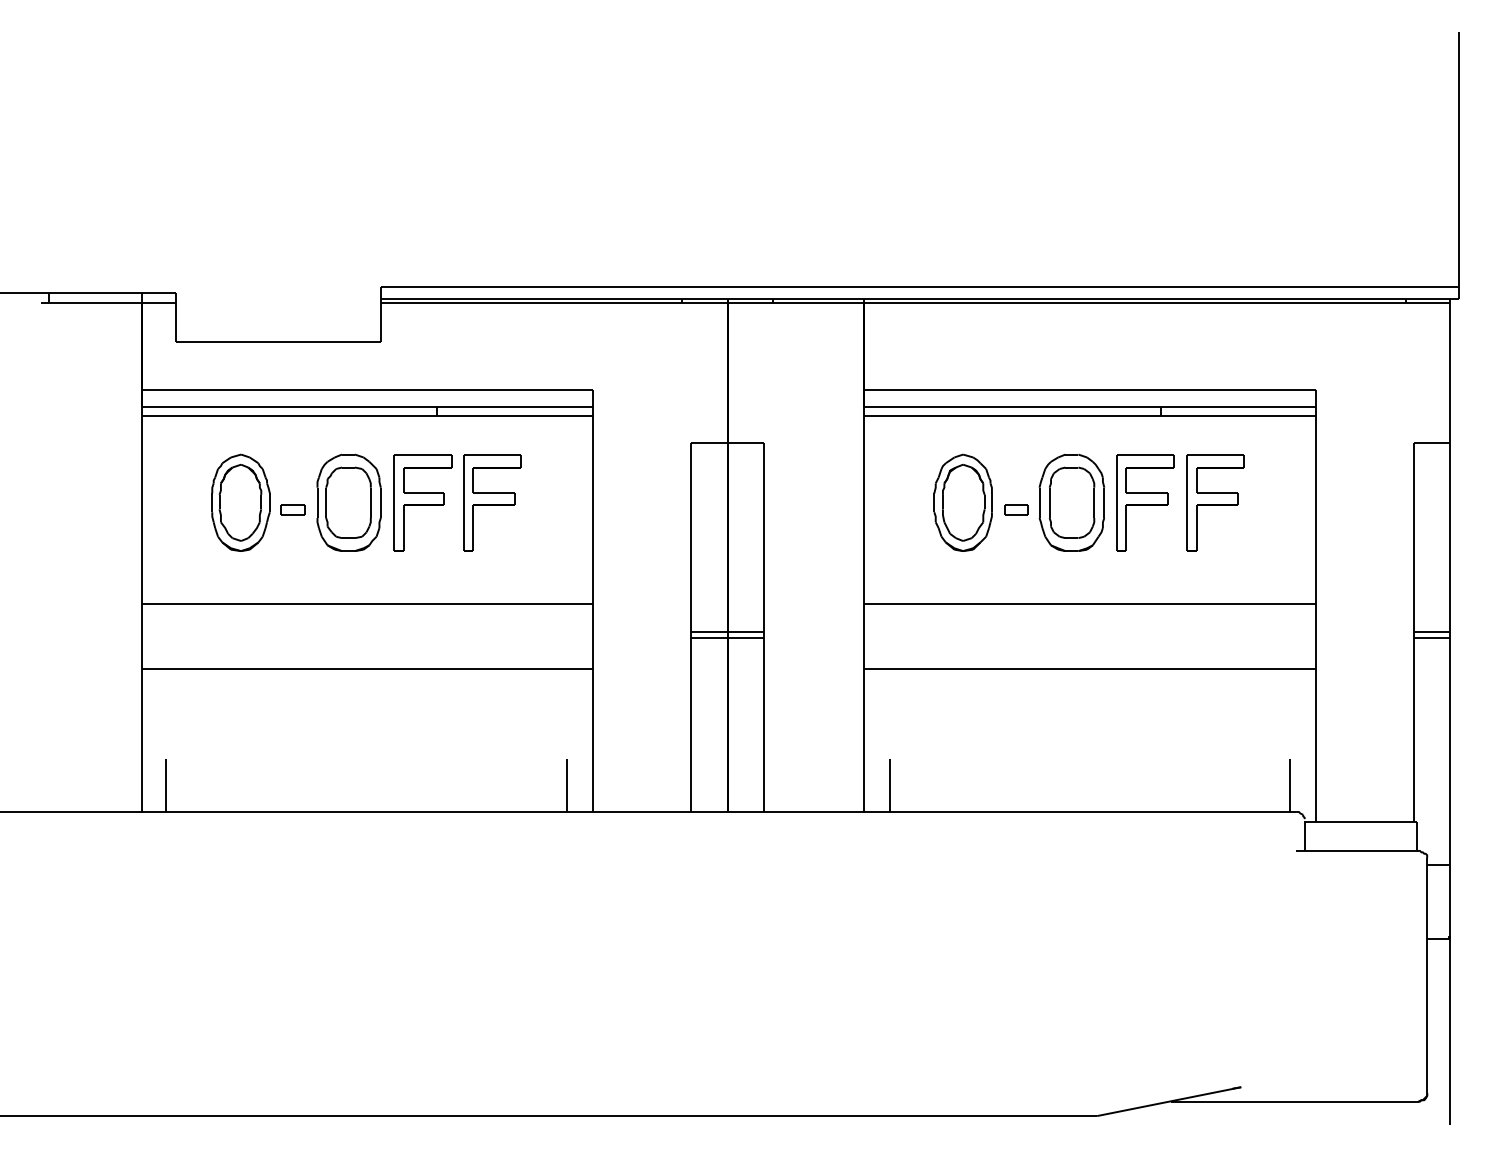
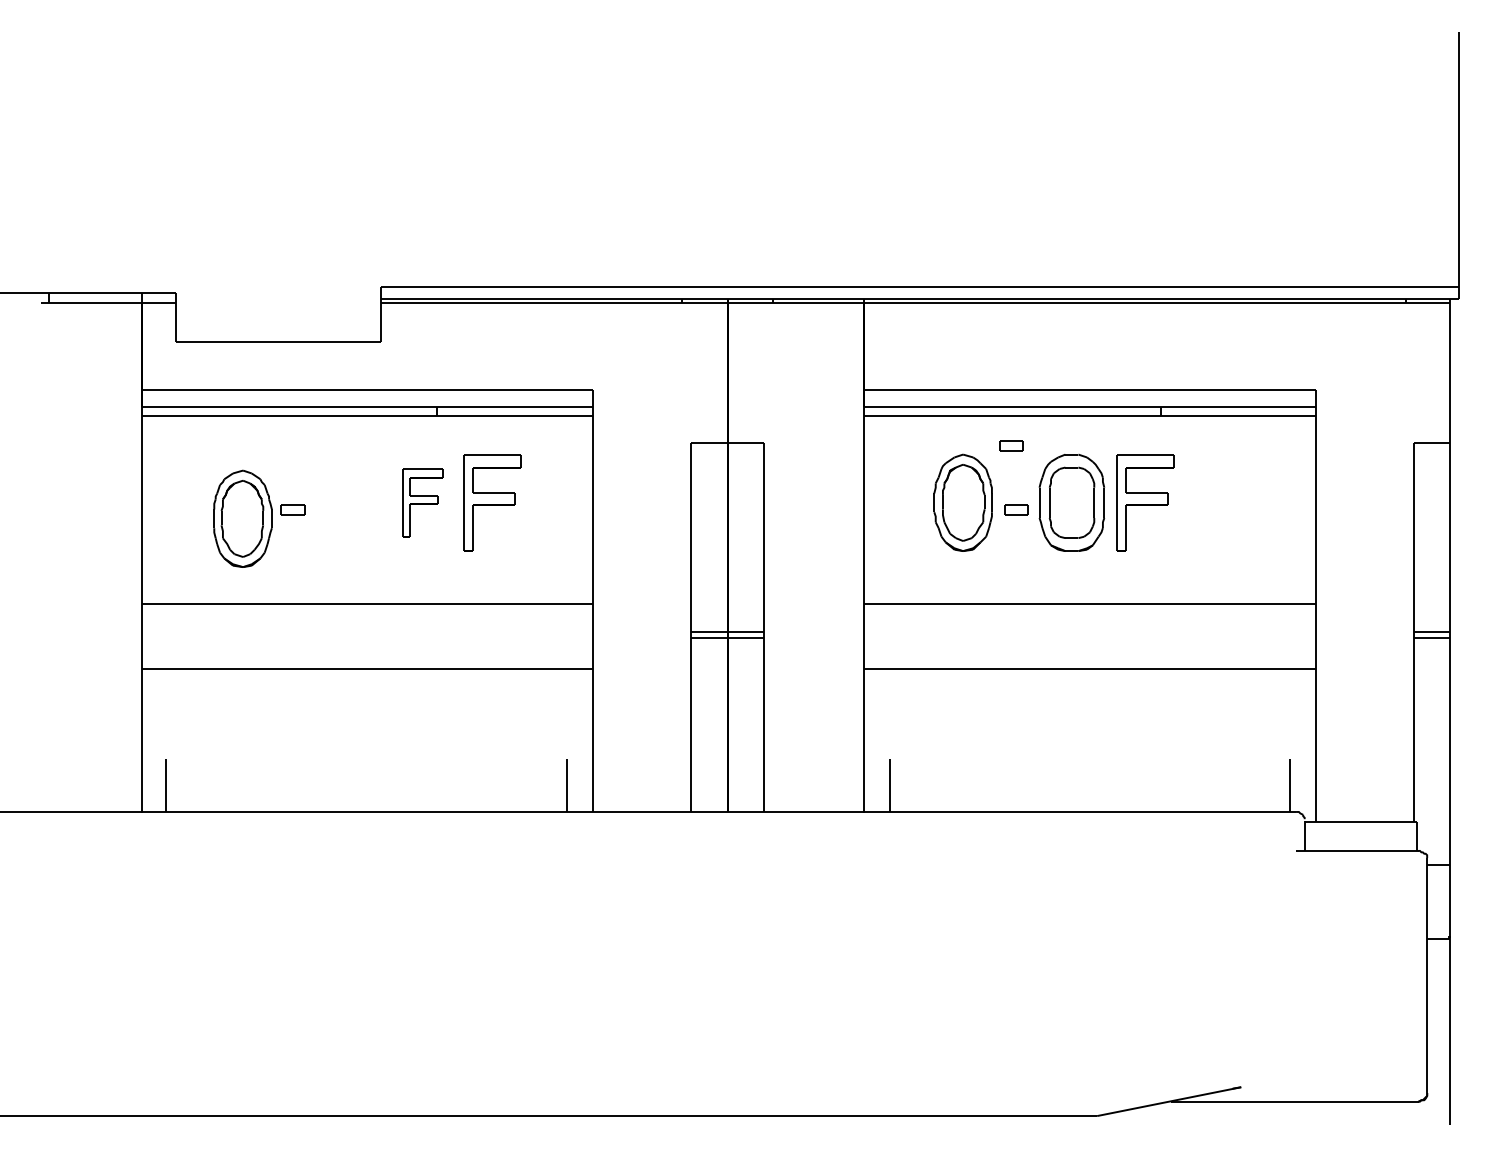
part at (1011, 445): none -> present
part at (240, 502) position: (240, 502) -> (242, 518)
part at (348, 502): present -> none
part at (422, 502) size: 60x98 px -> 42x70 px
part at (1215, 502): present -> none
